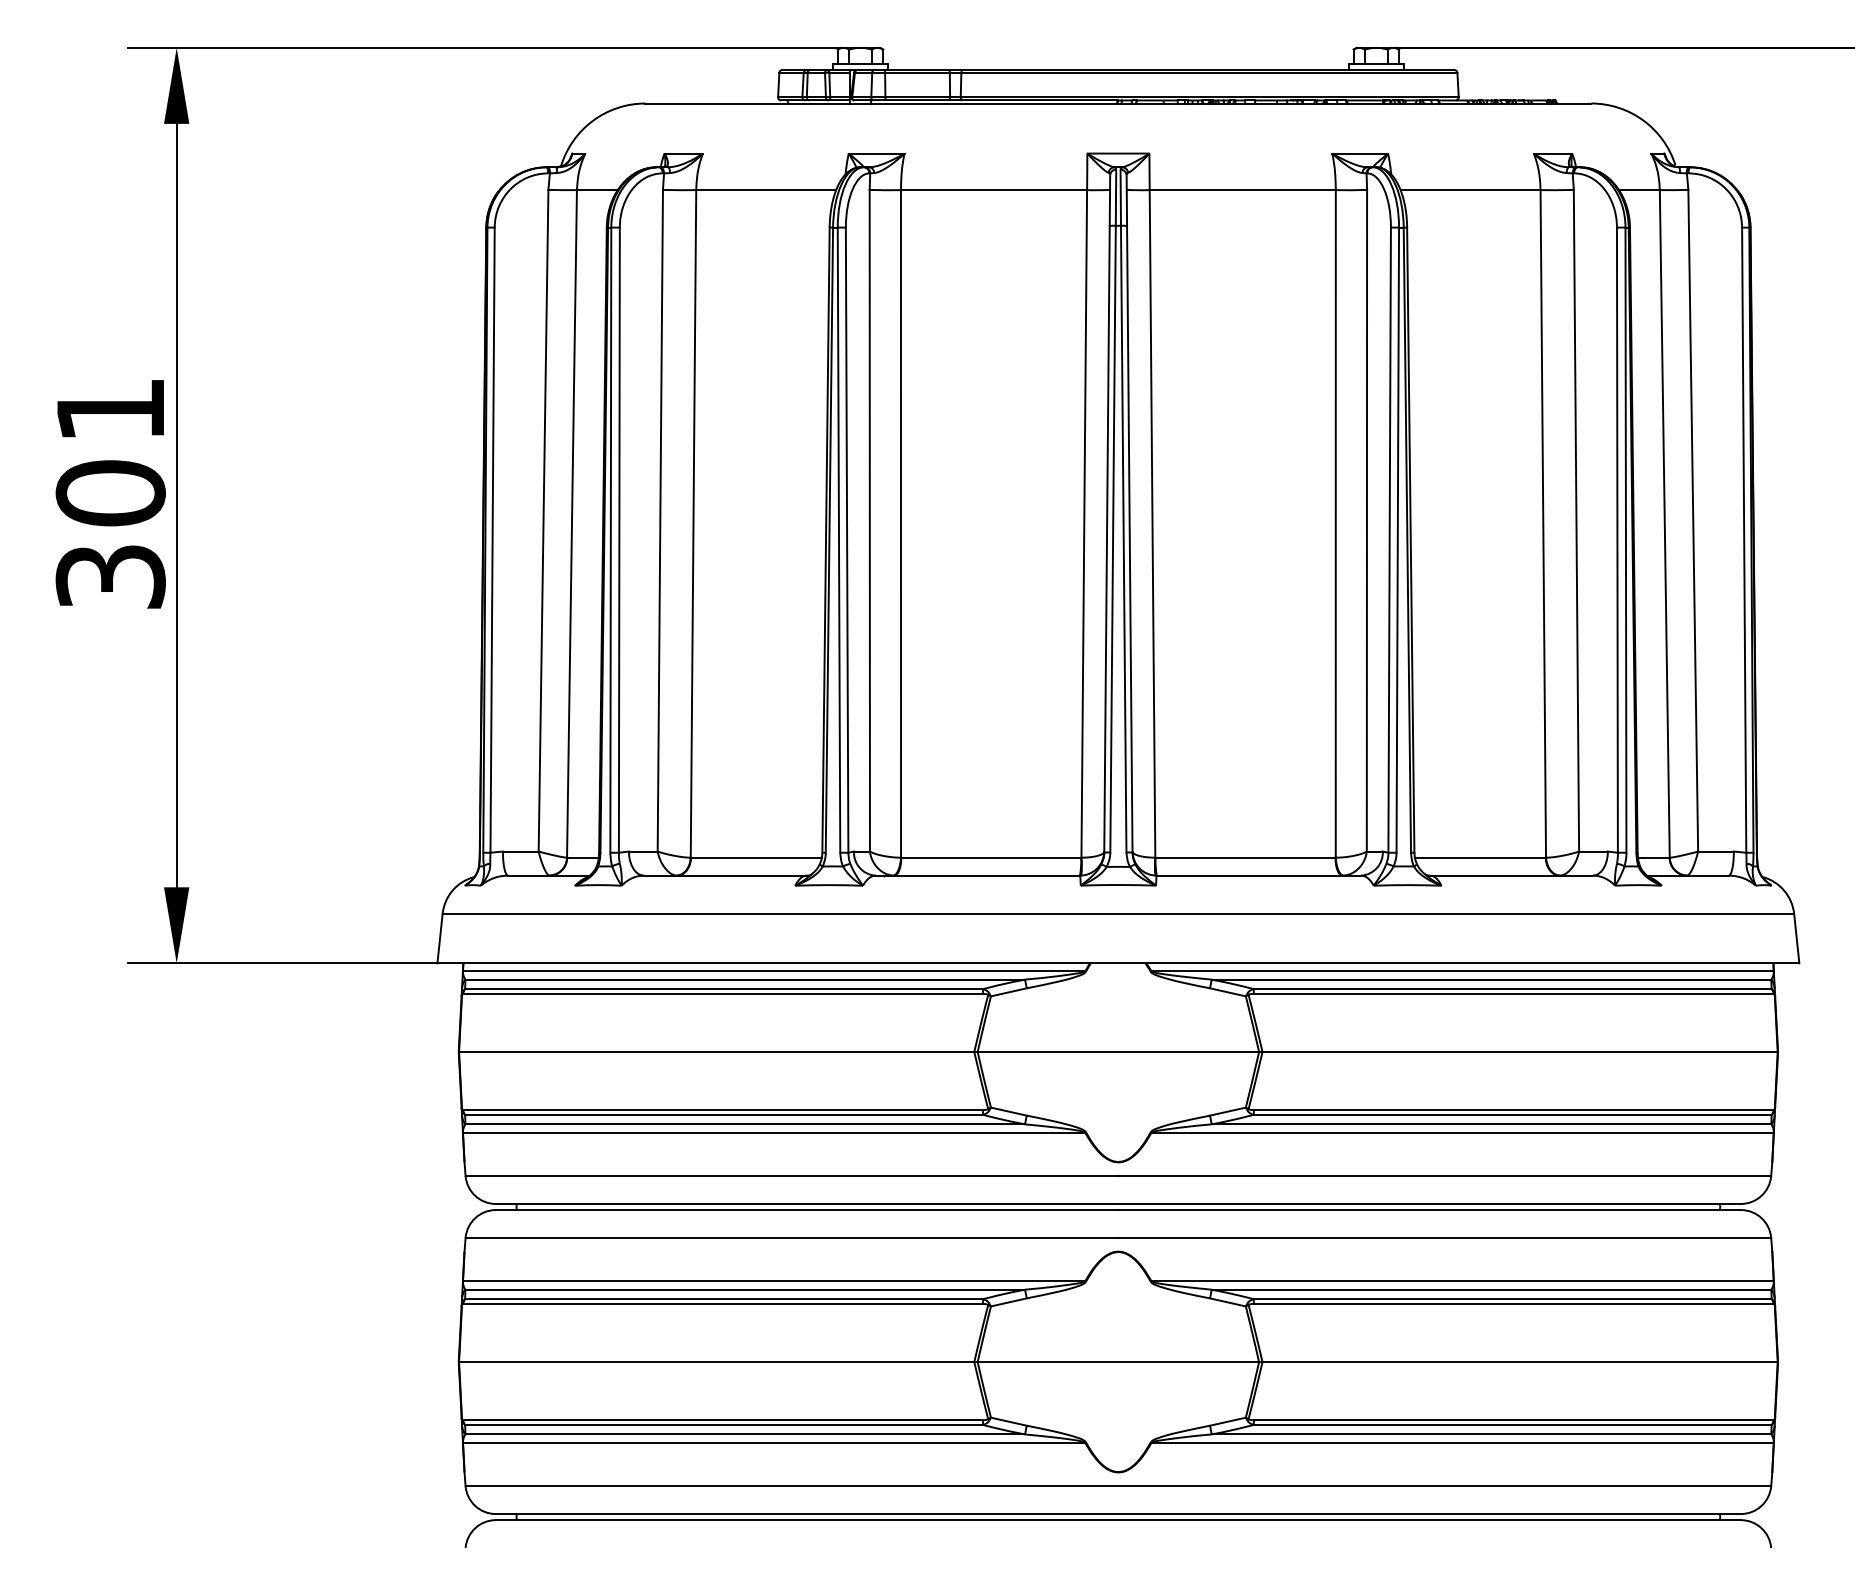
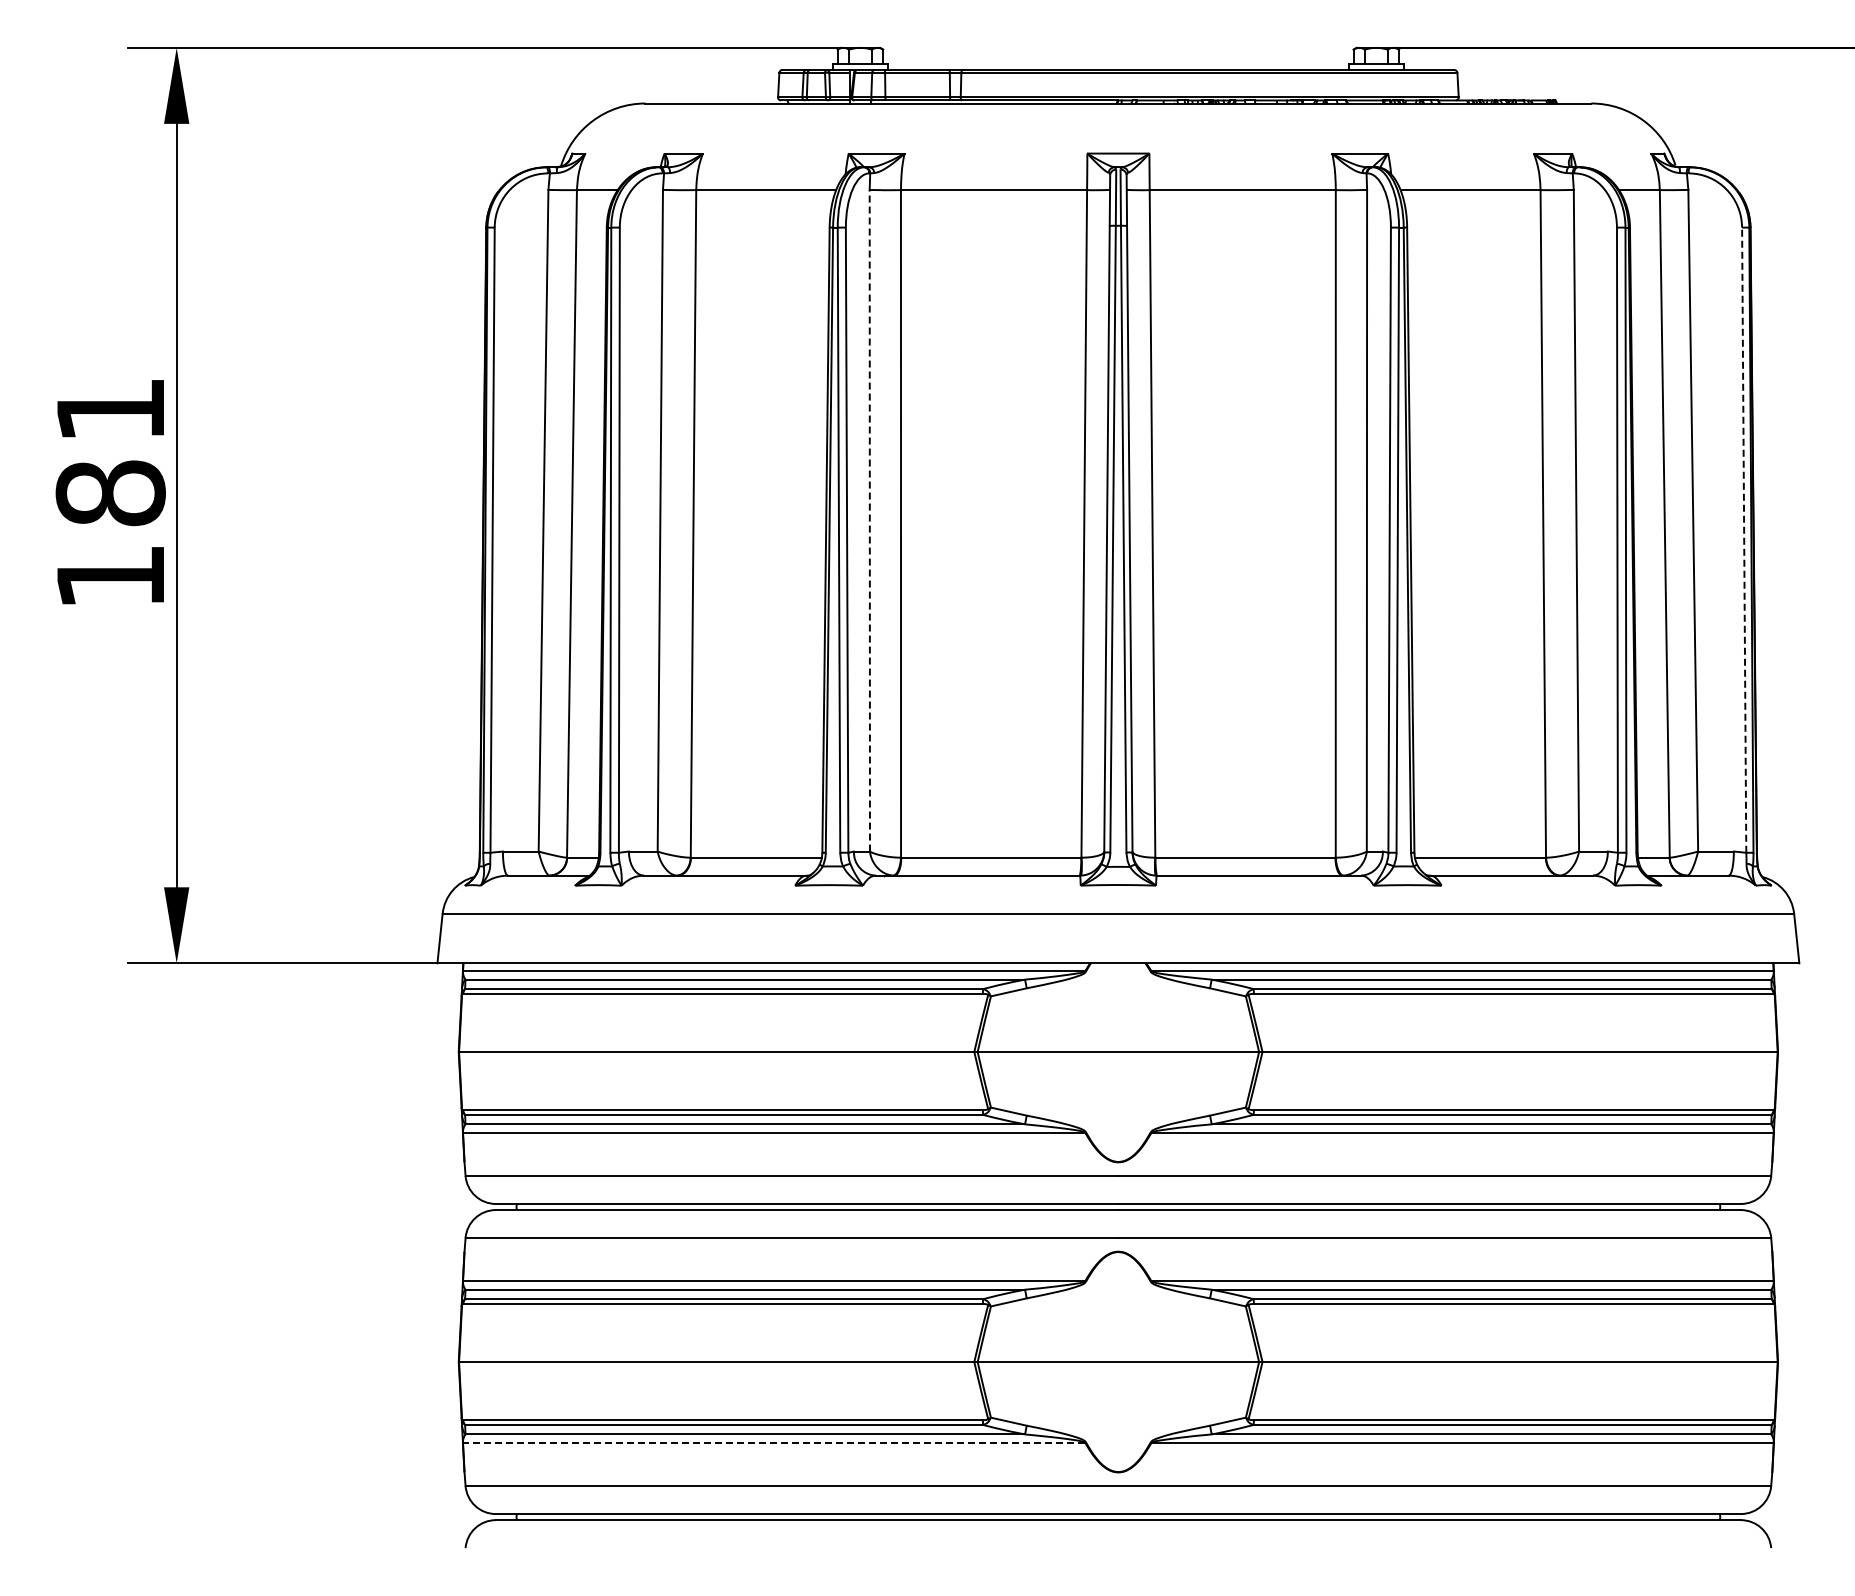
line at (869, 520): solid -> dashed
text at (110, 534): 301 -> 181
line at (1744, 540): solid -> dashed
line at (773, 1442): solid -> dashed
